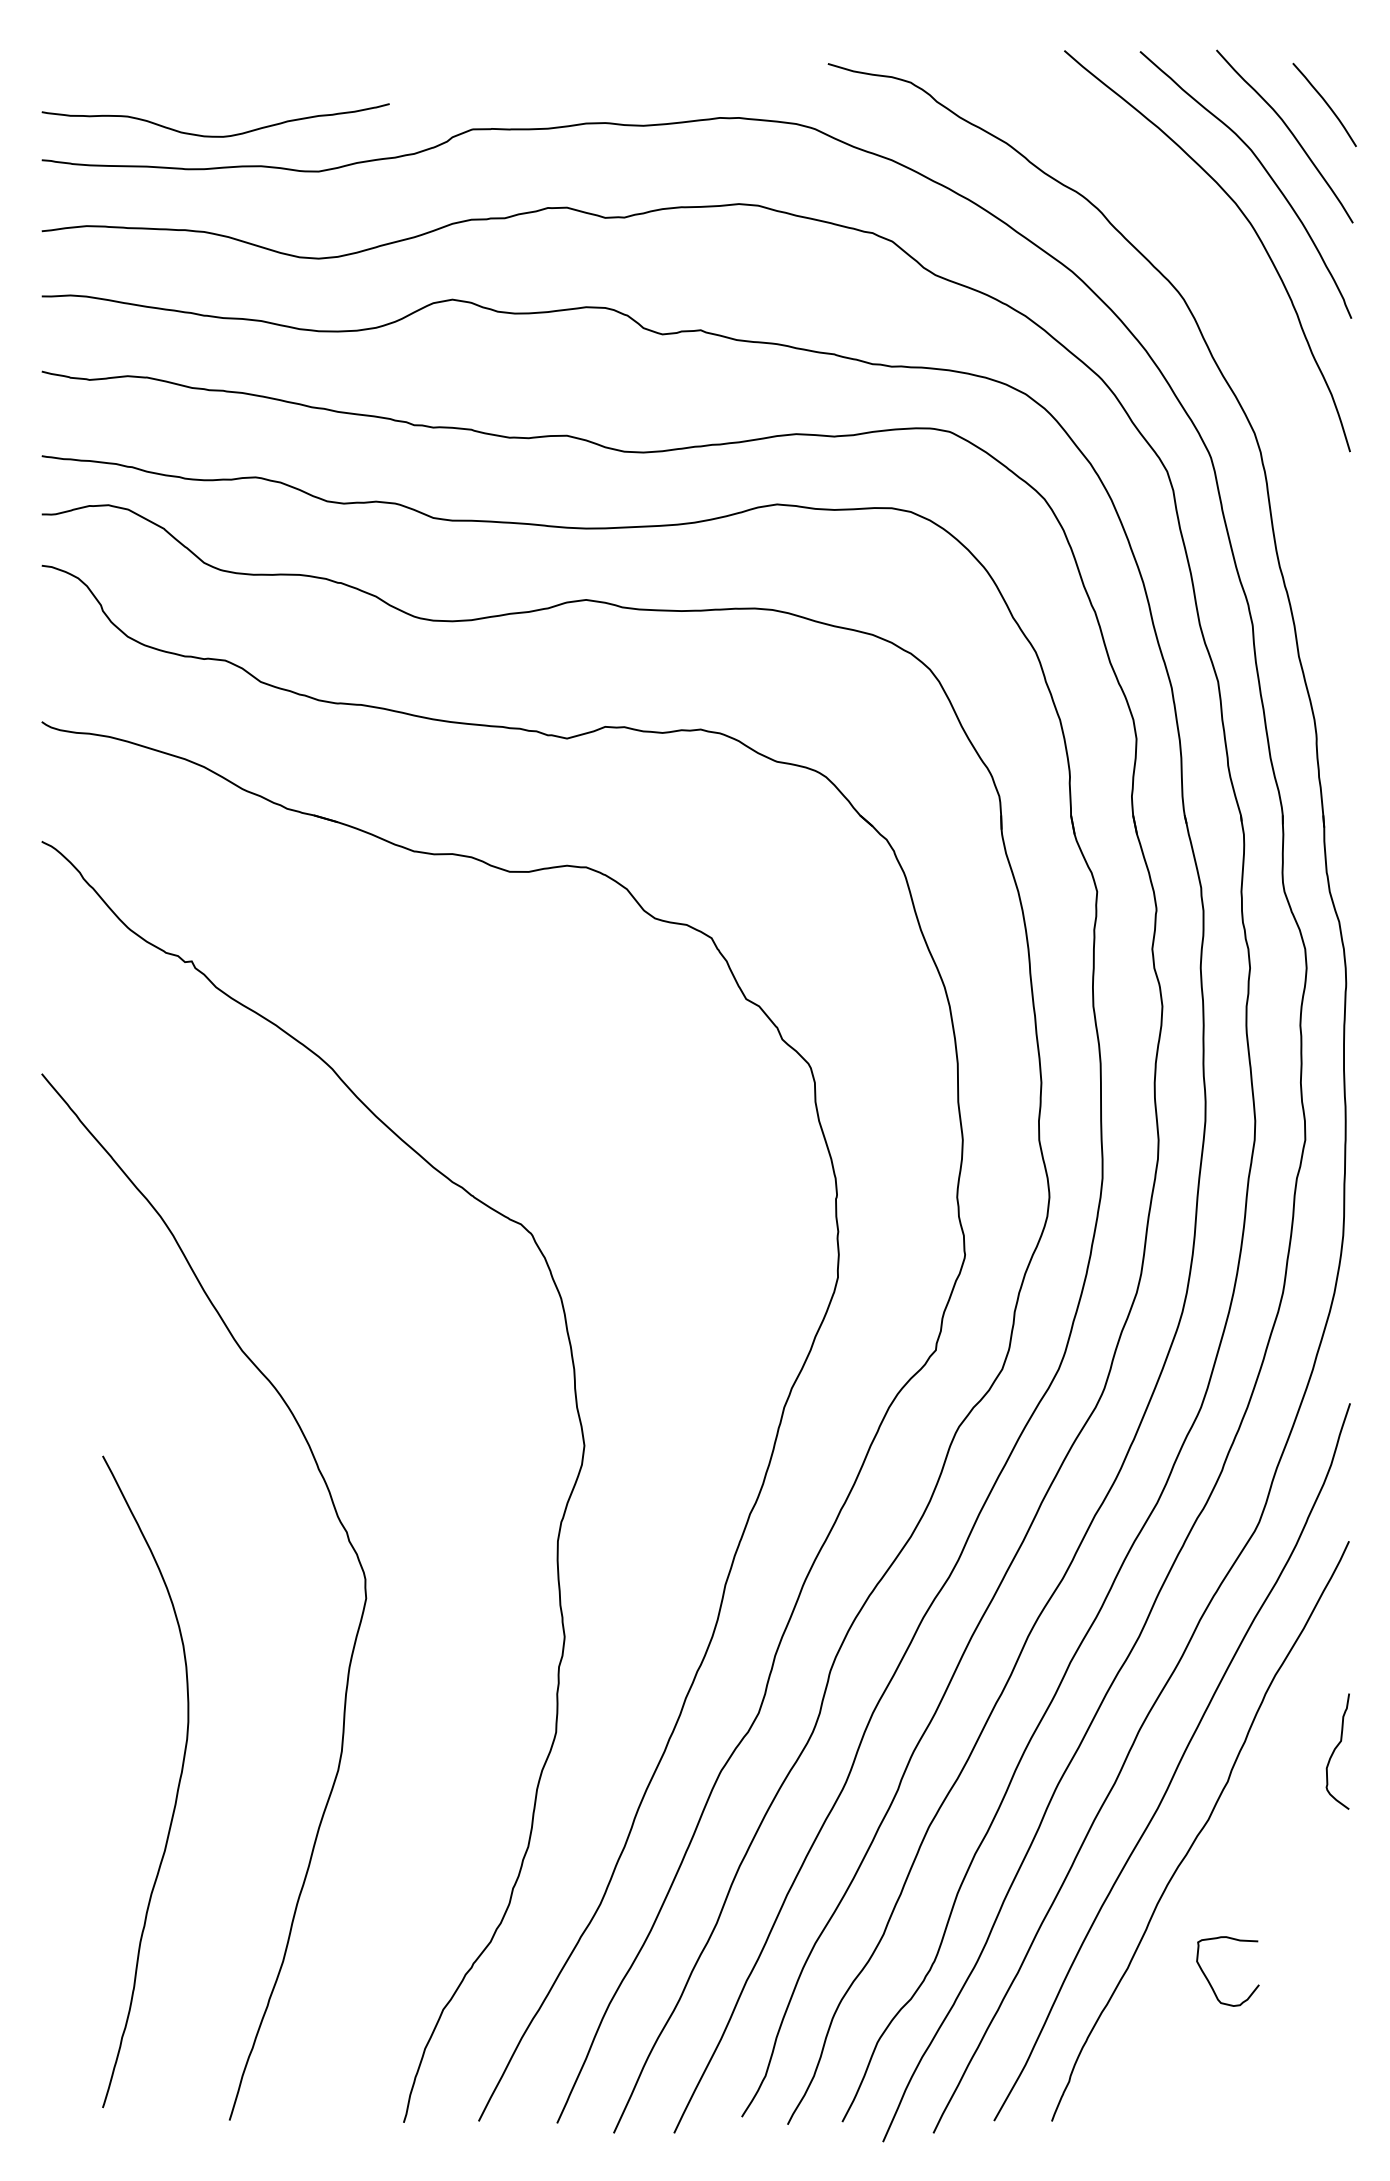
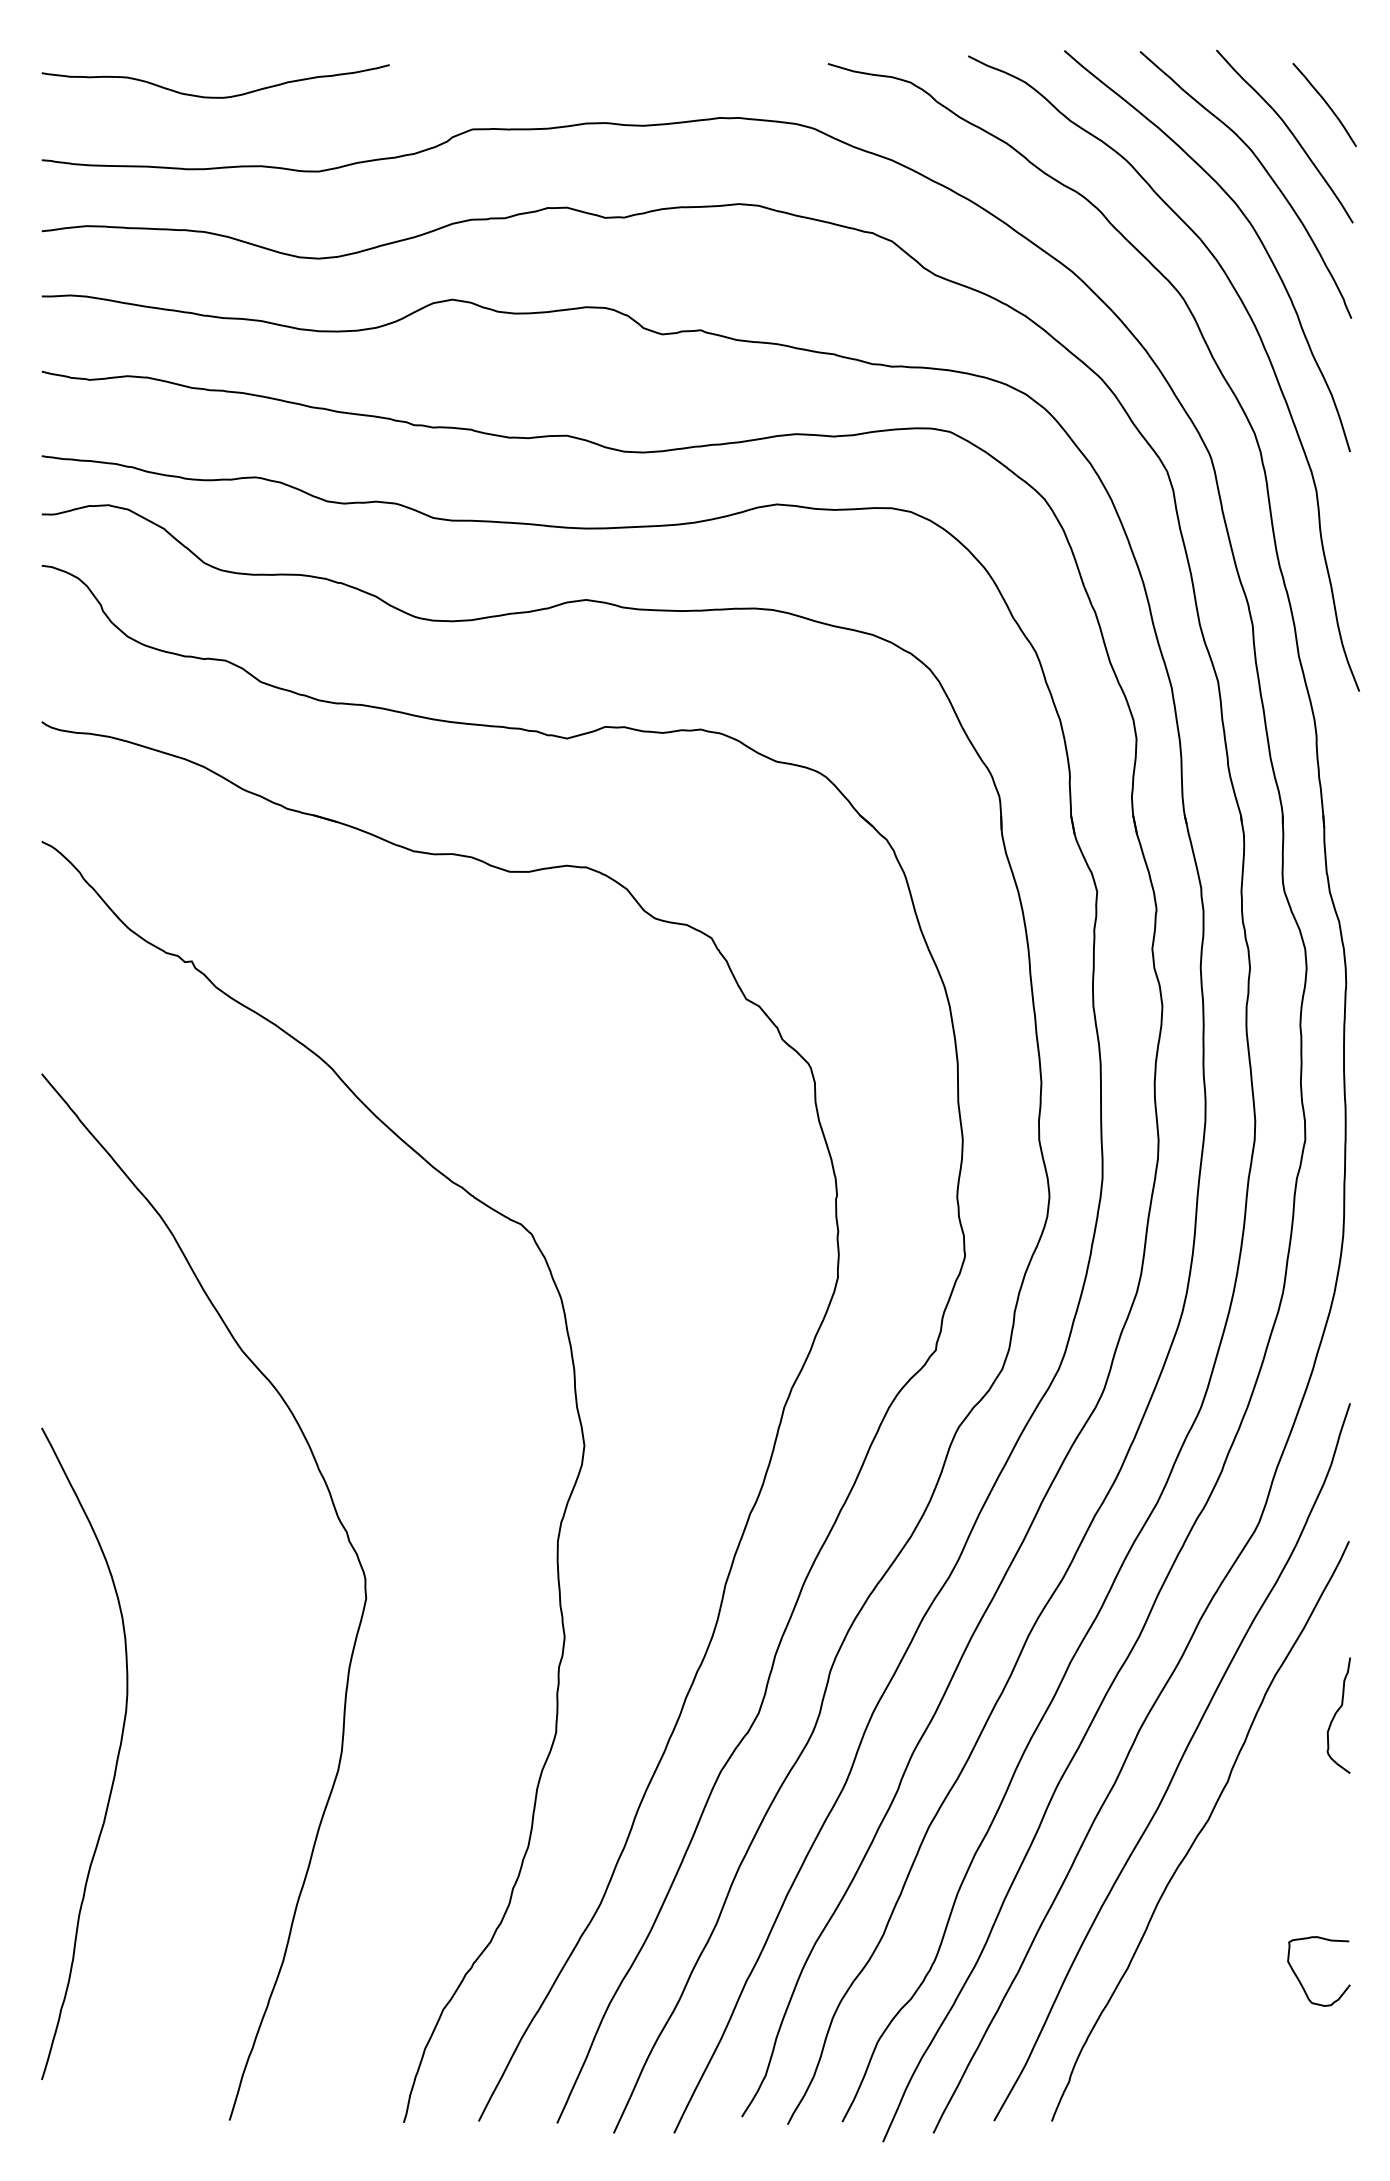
curve at (215, 135) position: (215, 135) -> (215, 96)
curve at (1257, 334): none -> present
curve at (1335, 1750) position: (1335, 1750) -> (1336, 1714)
curve at (177, 1786) position: (177, 1786) -> (116, 1758)
curve at (1209, 1980) position: (1209, 1980) -> (1300, 1980)
